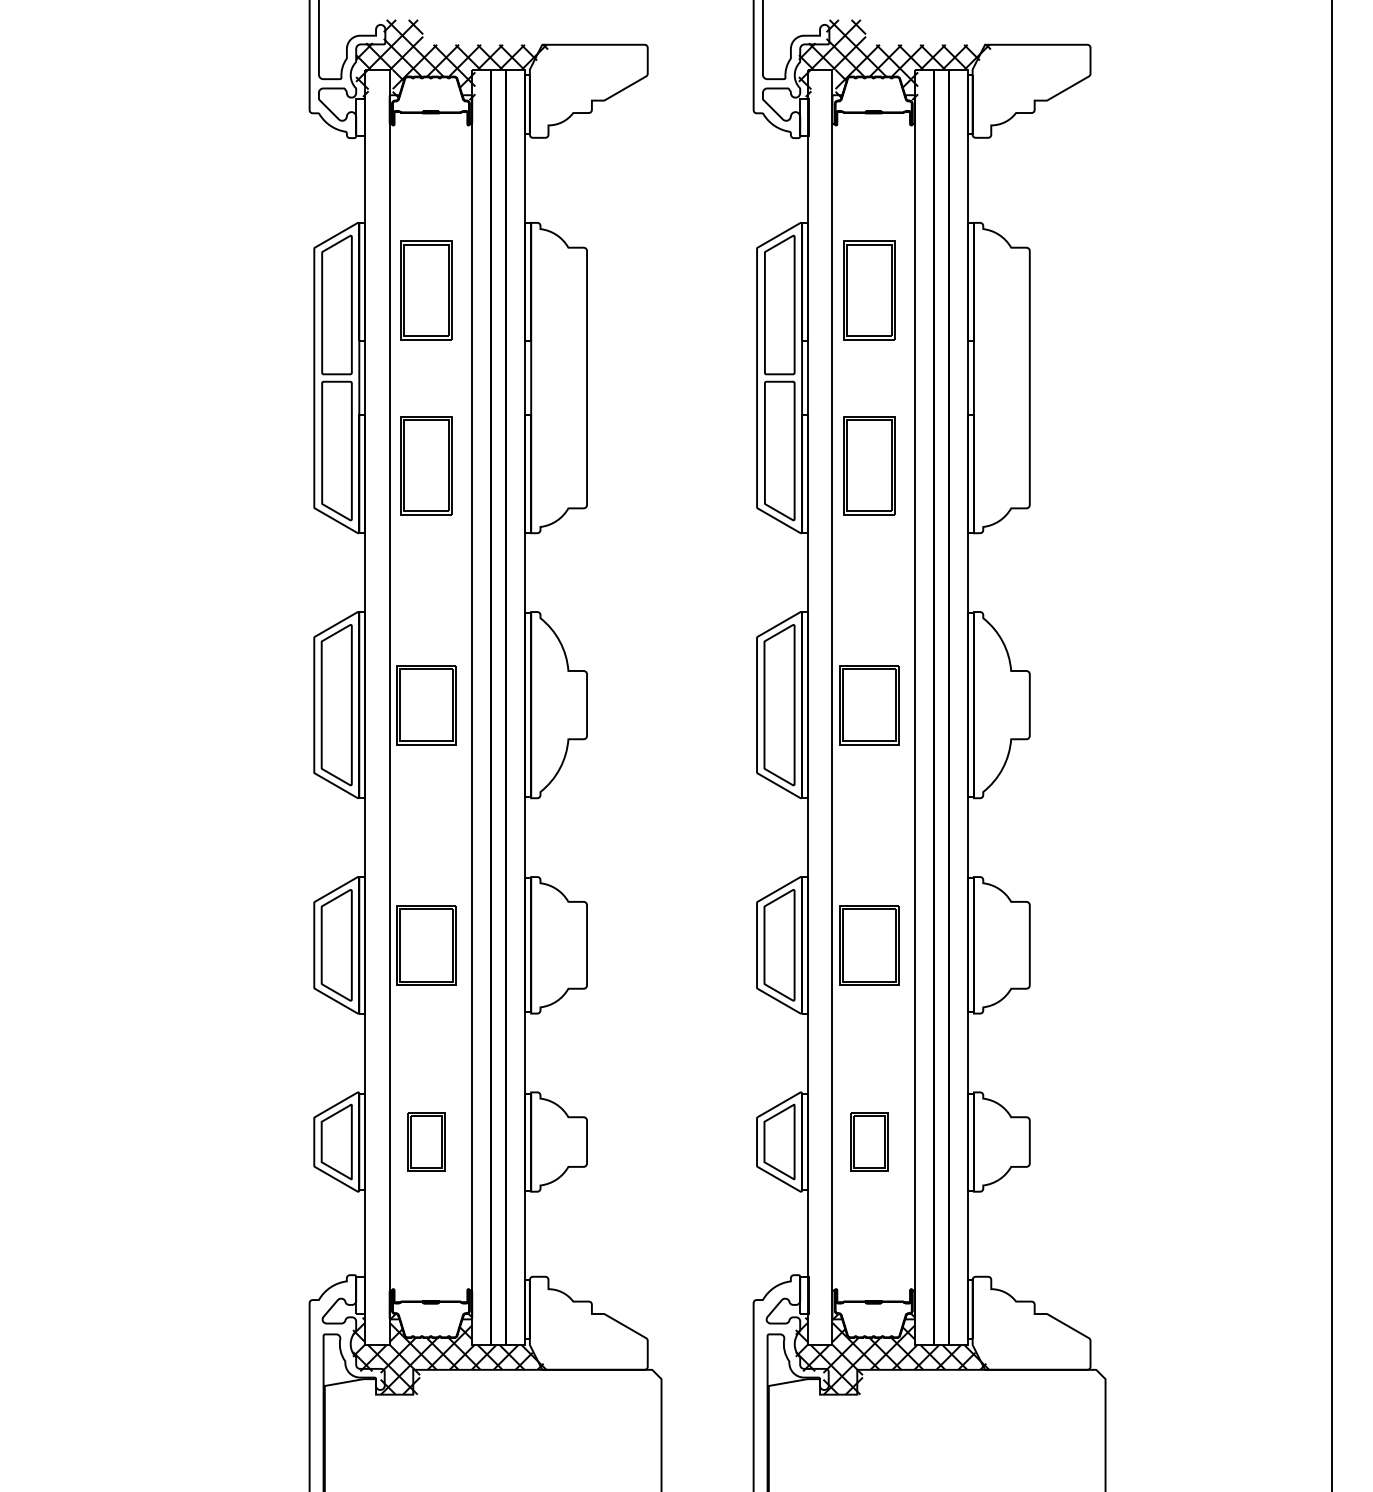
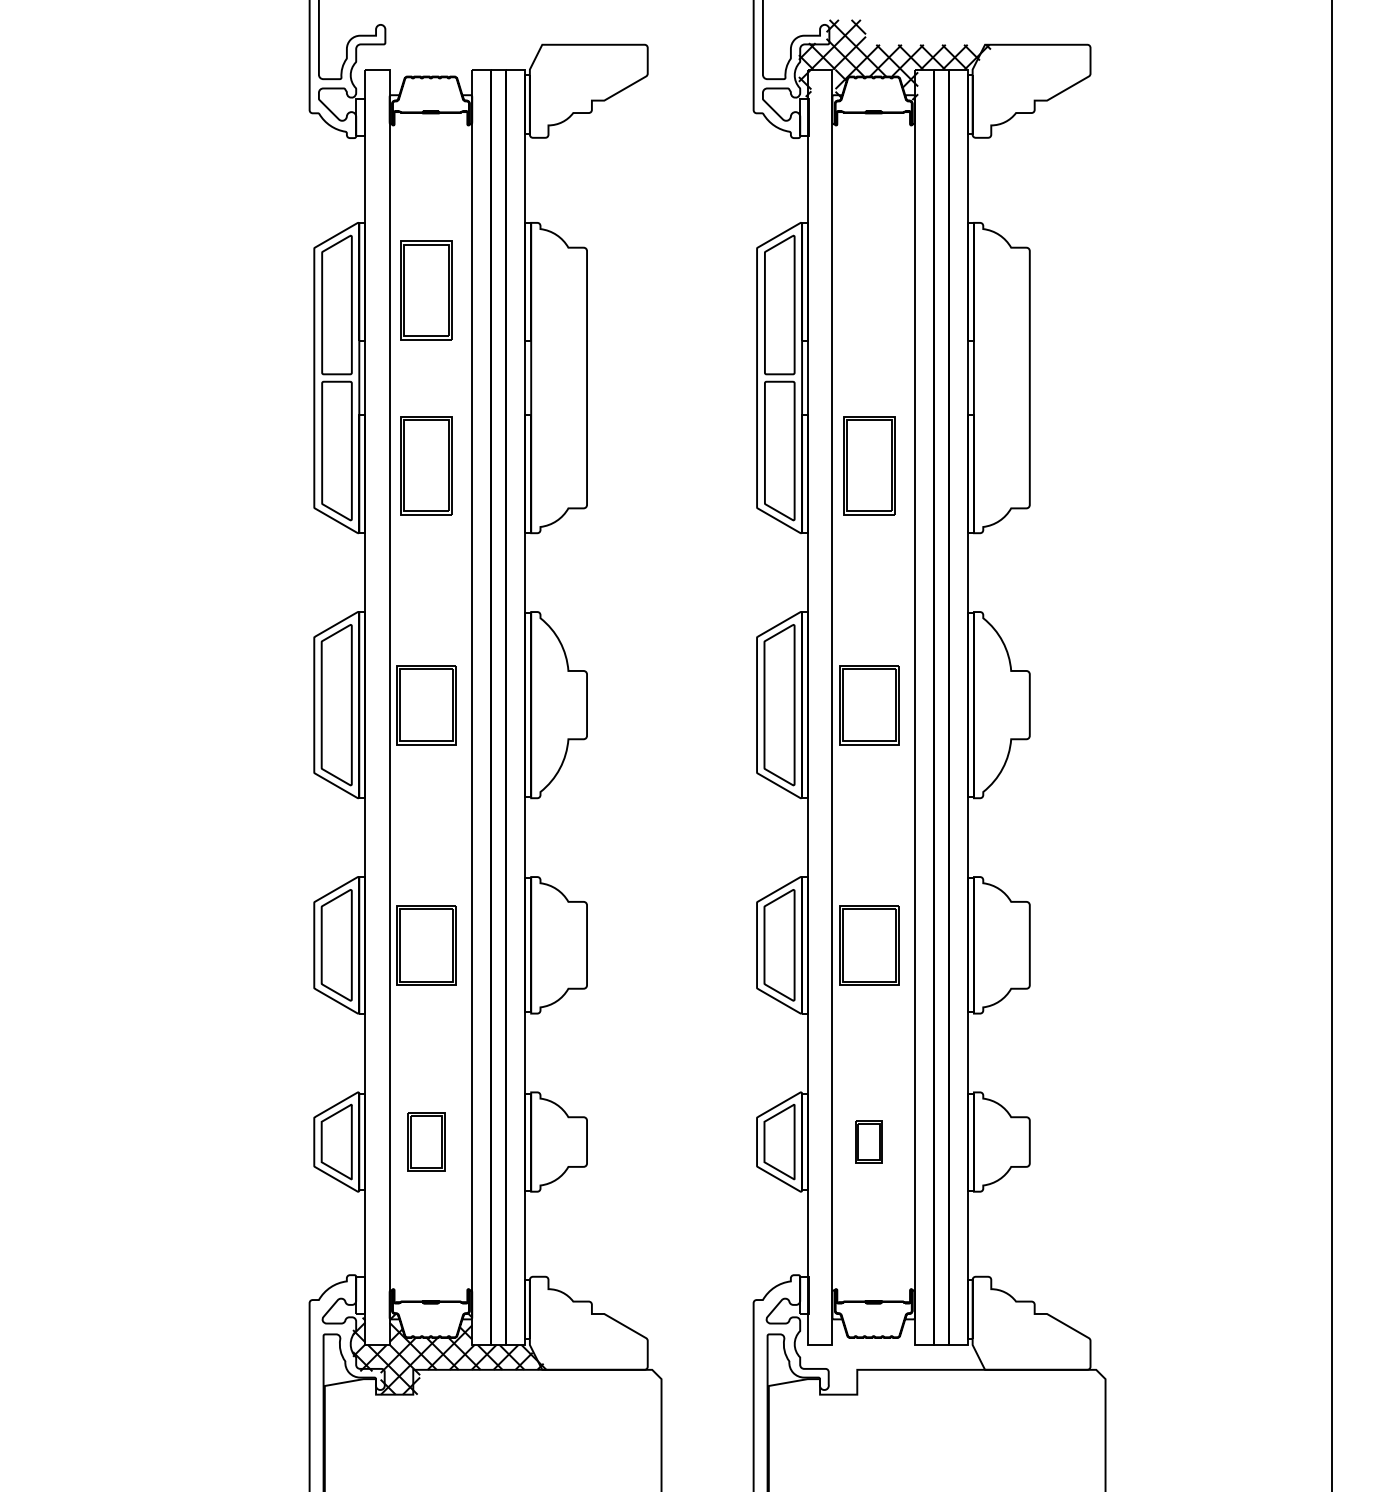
hatch at (452, 59): present -> none
part at (869, 290): present -> none
part at (869, 1141) size: 39x60 px -> 28x44 px
hatch at (892, 1353): present -> none
